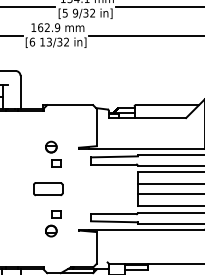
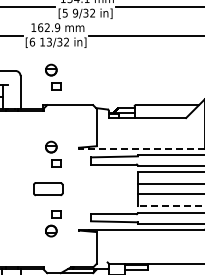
part at (53, 76): none -> present
line at (141, 148): solid -> dashed
line at (171, 206): solid -> dashed
